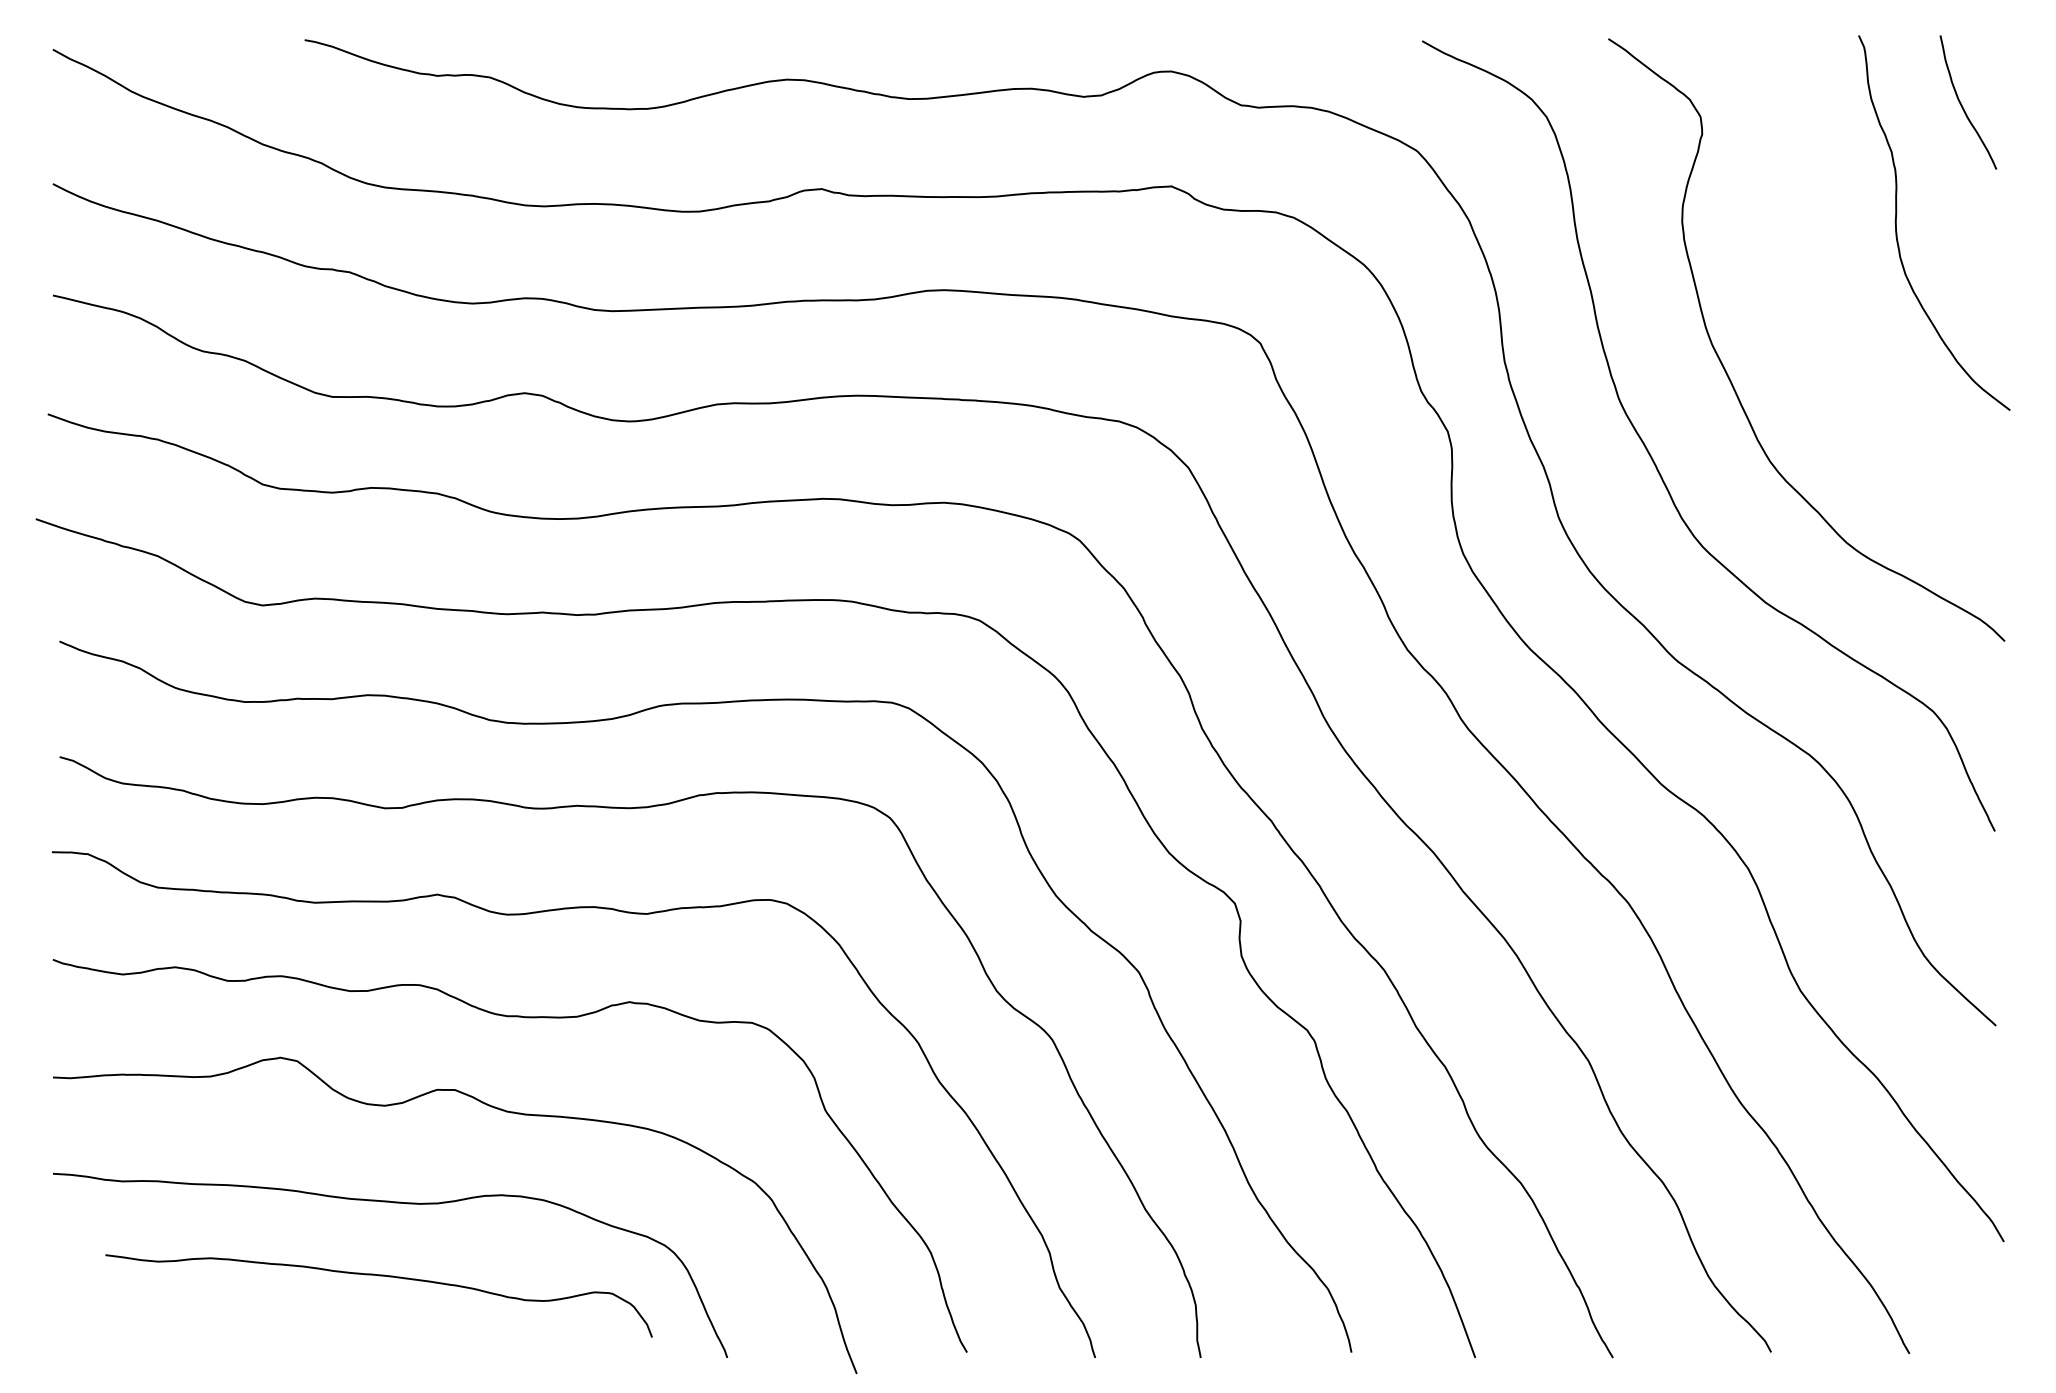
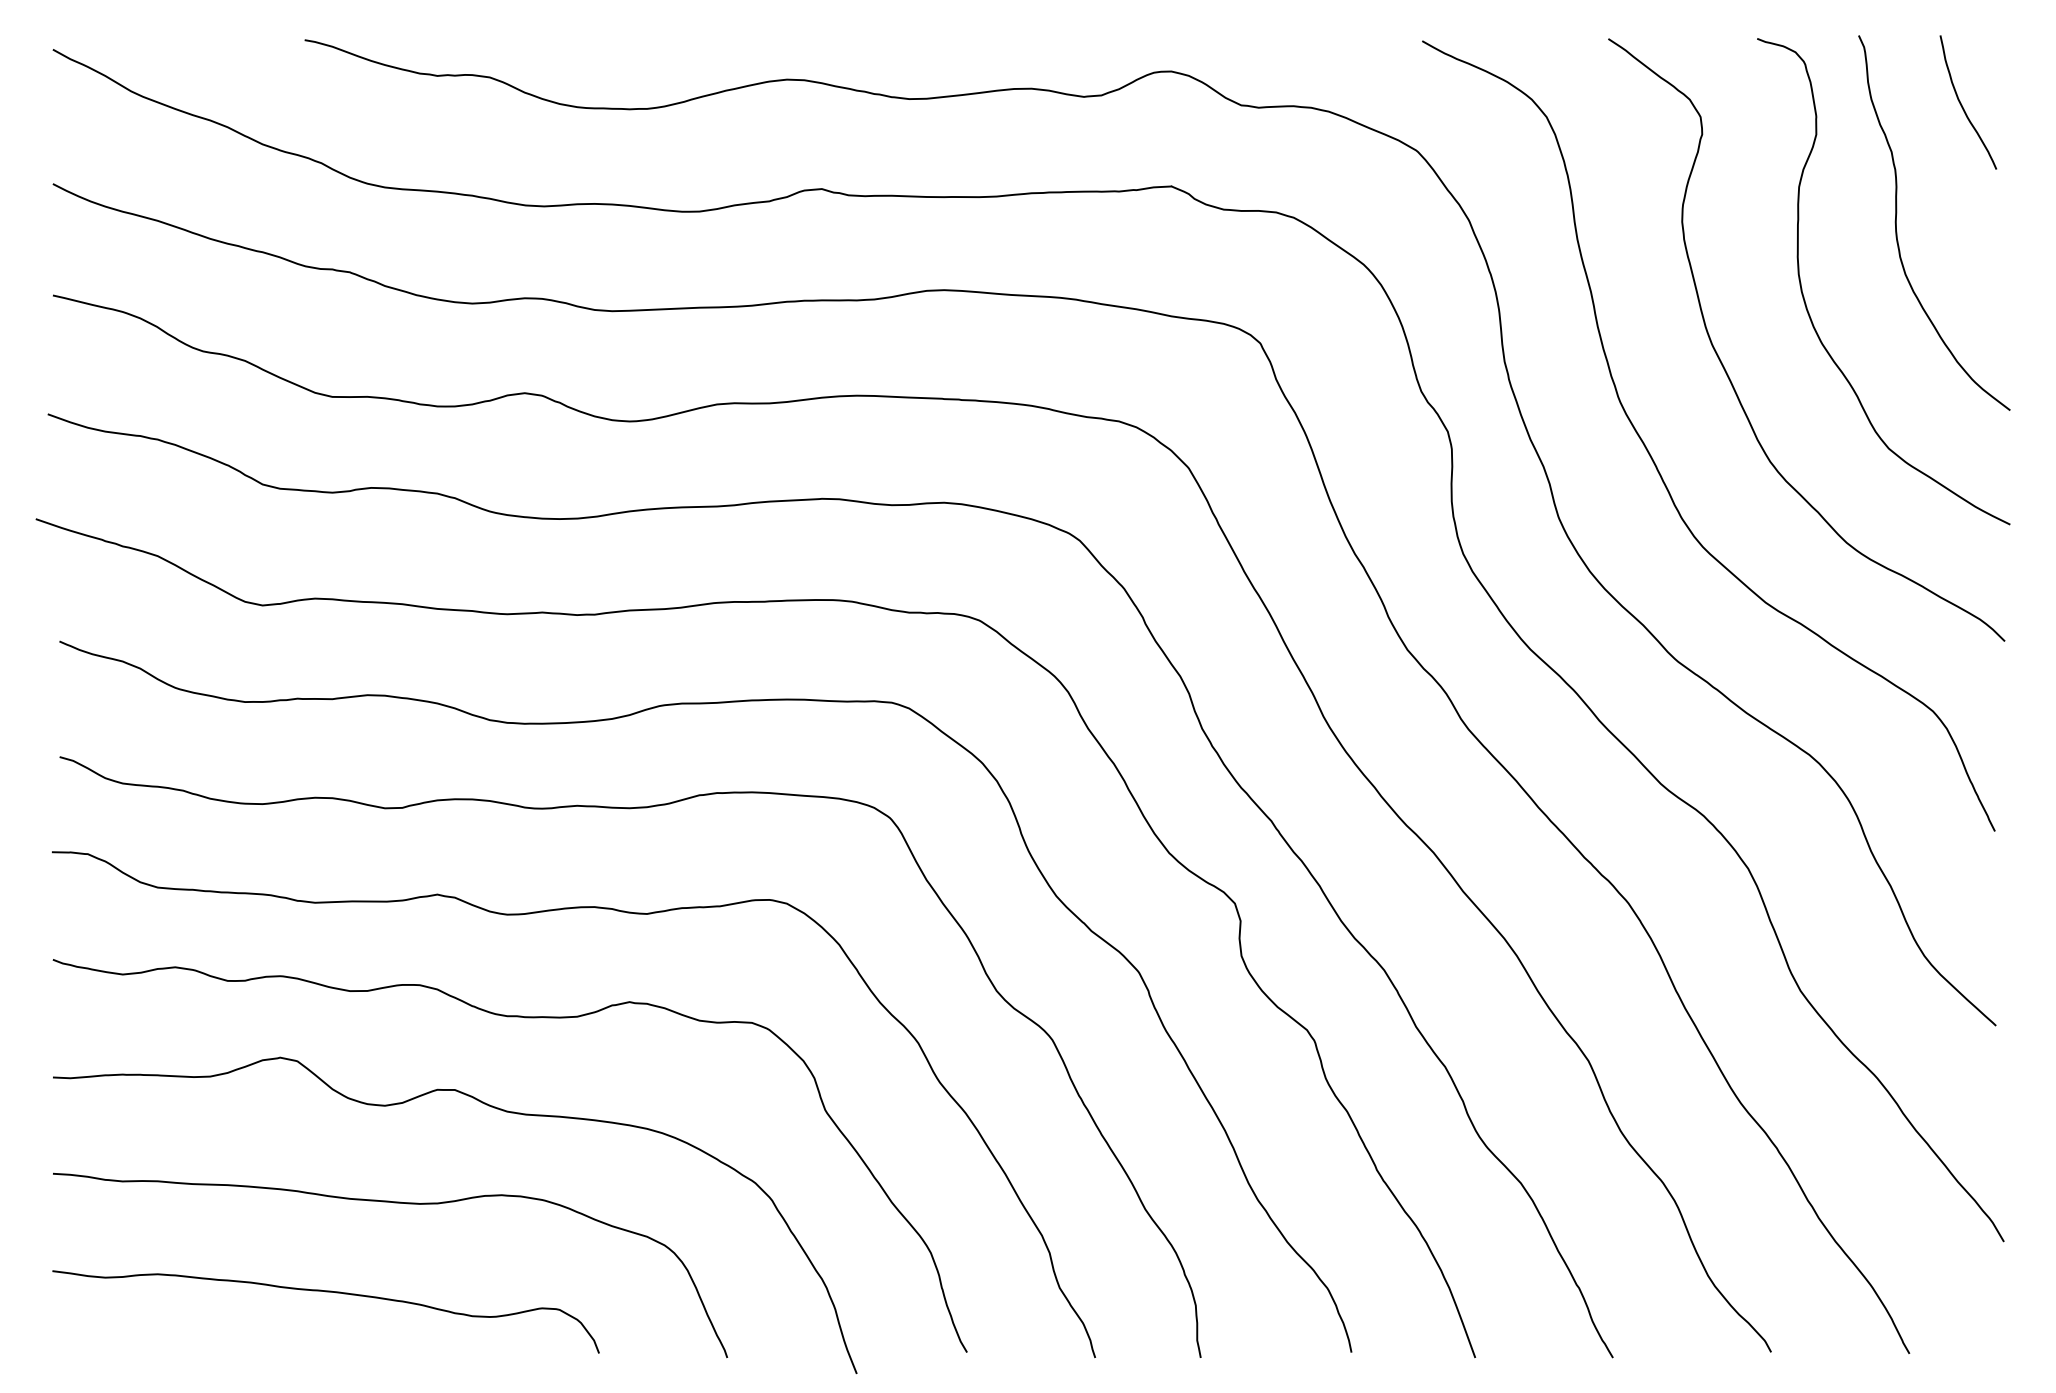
curve at (1806, 303): none -> present
curve at (378, 1276) position: (378, 1276) -> (325, 1292)
